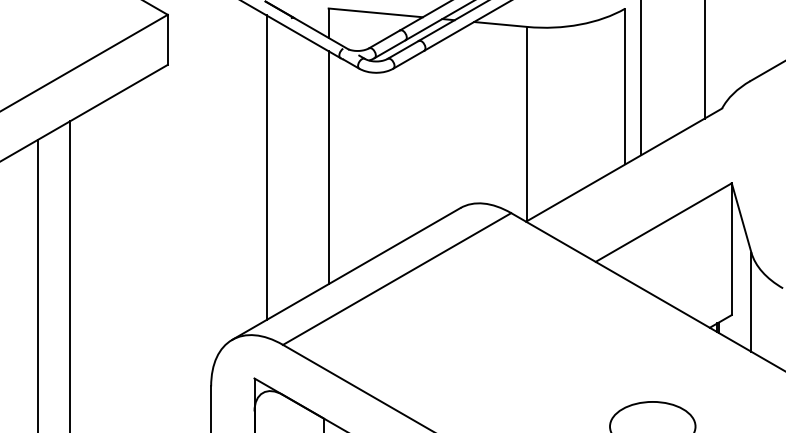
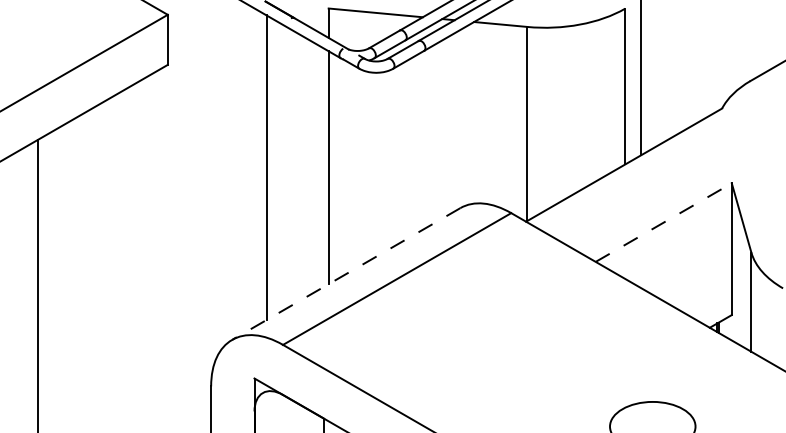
line at (704, 60): present -> none
line at (663, 222): solid -> dashed
line at (346, 274): solid -> dashed
line at (69, 275): present -> none
